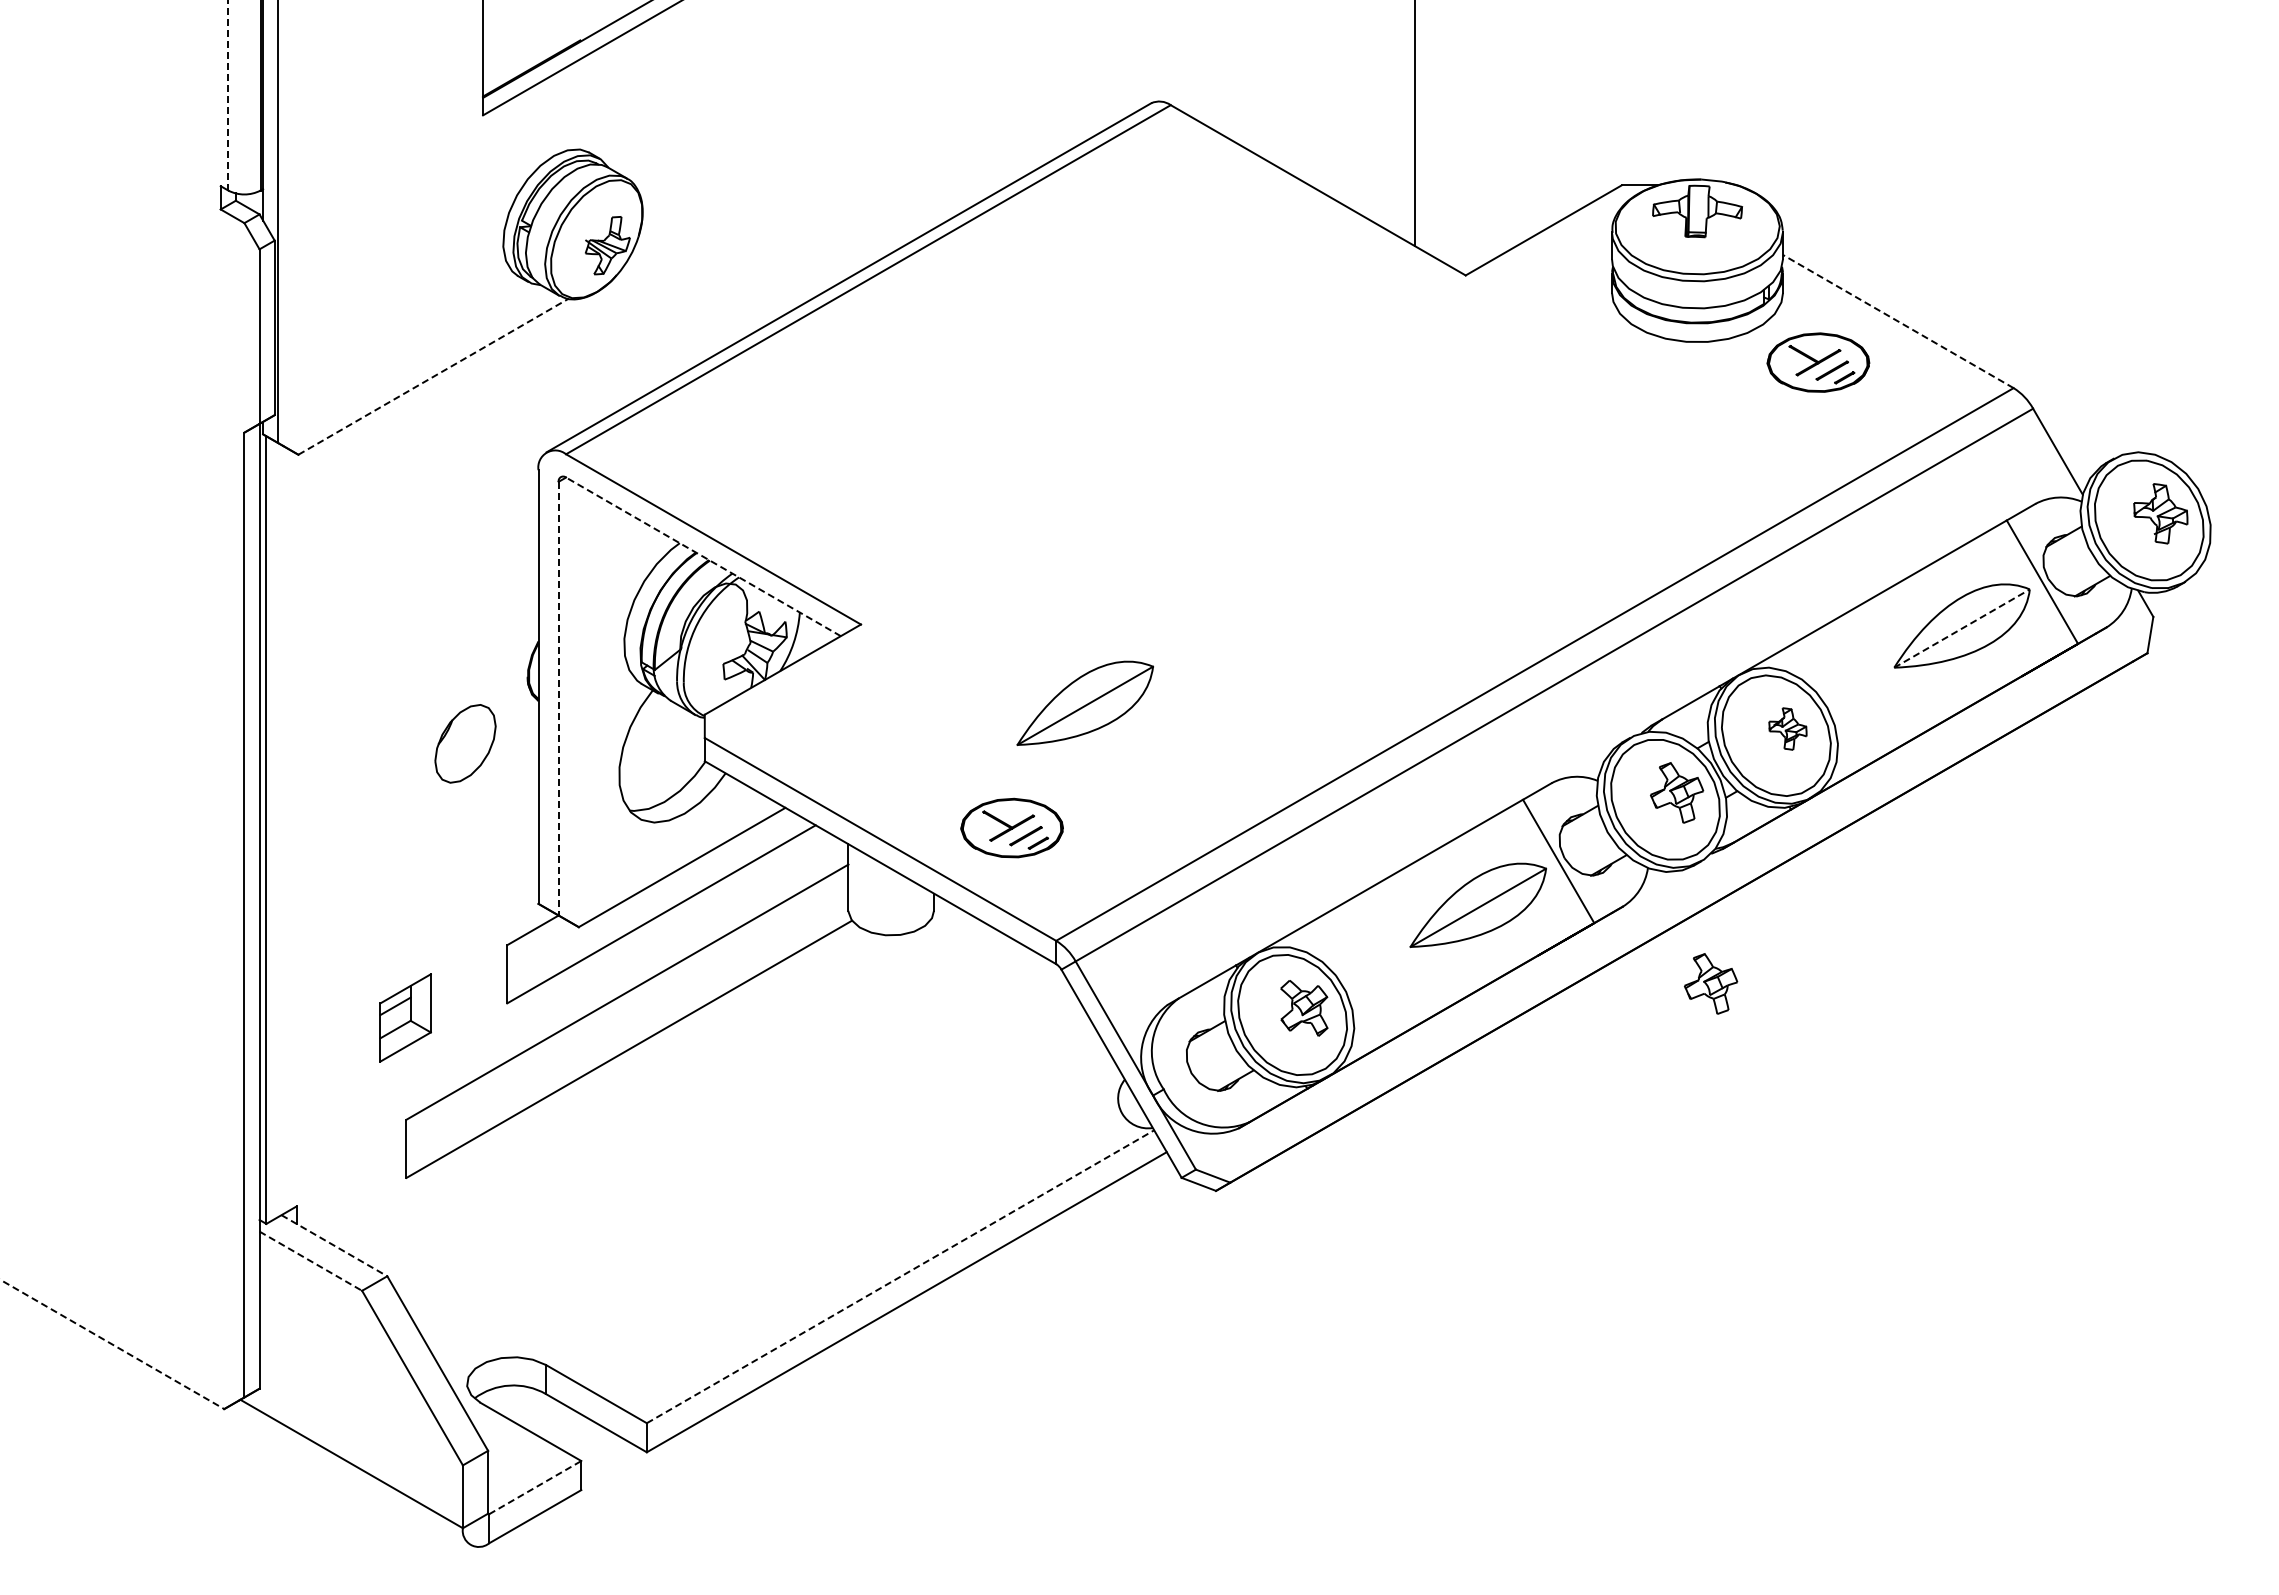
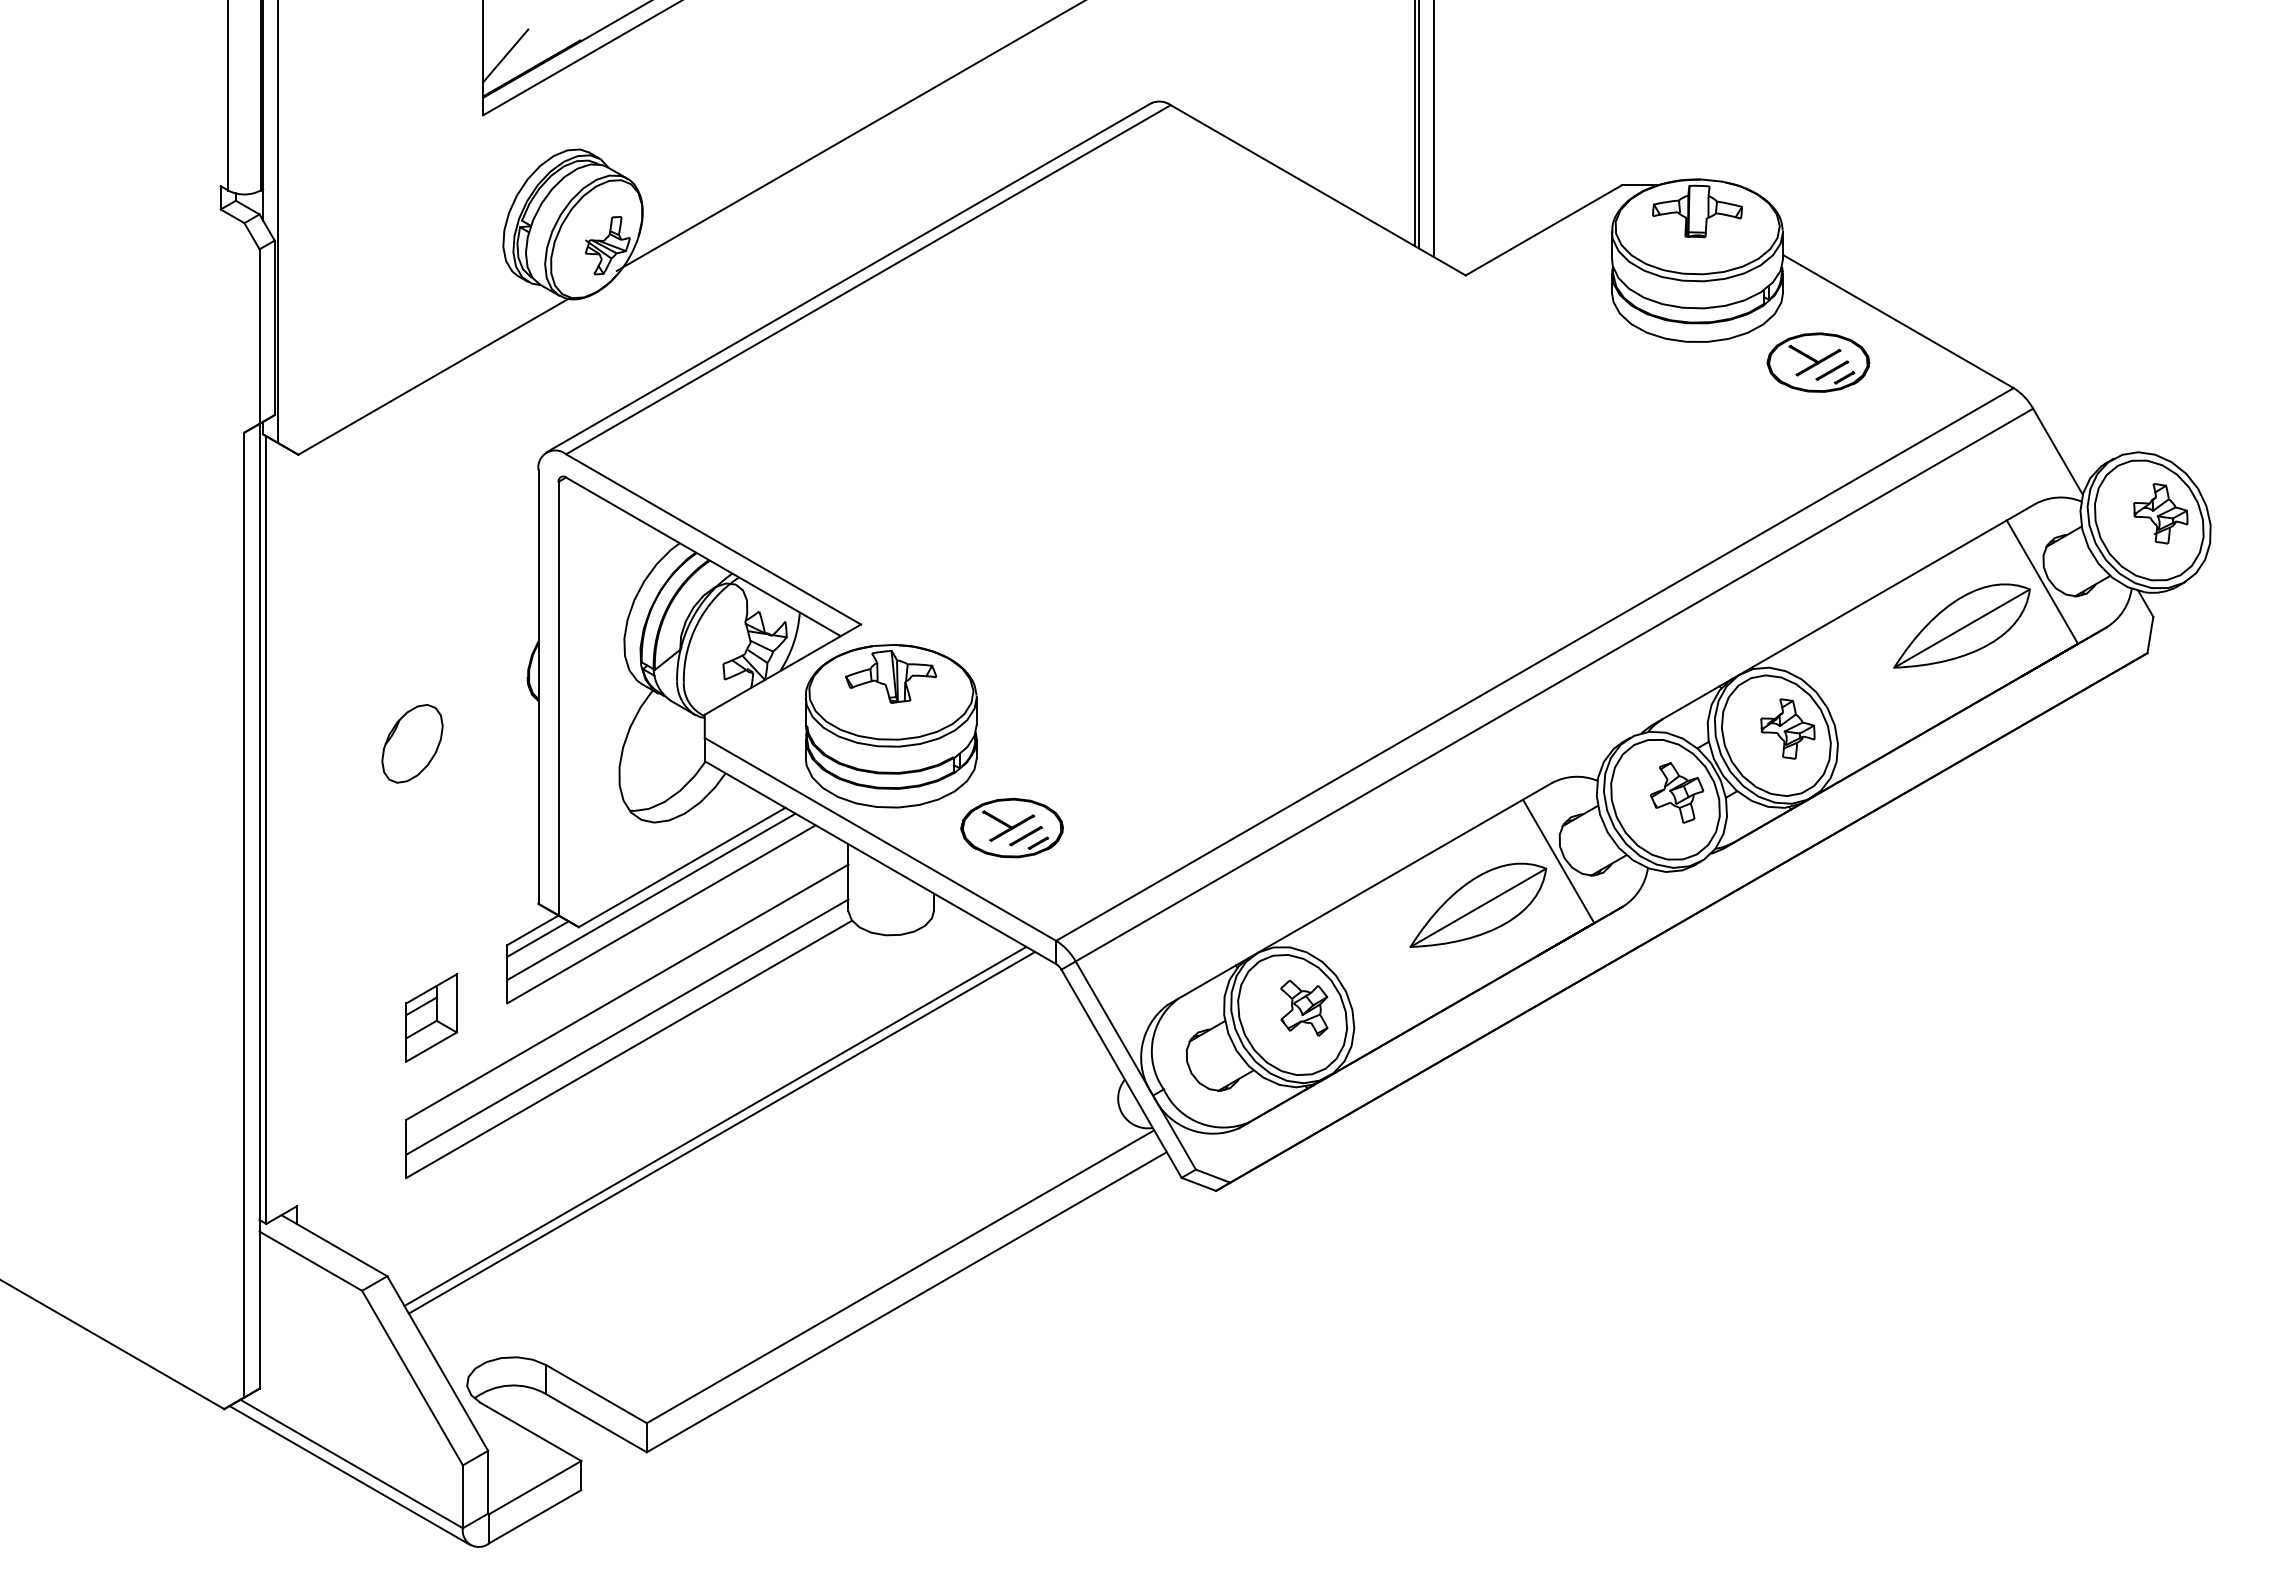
line at (505, 55): none -> present
line at (228, 95): dashed -> solid
line at (1418, 125): none -> present
line at (1433, 129): none -> present
line at (849, 136): none -> present
line at (1897, 321): dashed -> solid
line at (434, 376): dashed -> solid
line at (703, 556): dashed -> solid
line at (1962, 628): dashed -> solid
line at (558, 698): dashed -> solid
part at (1084, 702): present -> none
part at (891, 726): none -> present
part at (1787, 728) size: 40x44 px -> 56x62 px
part at (465, 743) position: (465, 743) -> (412, 743)
line at (651, 896): none -> present
line at (537, 938): none -> present
part at (1711, 983): present -> none
part at (405, 1017) position: (405, 1017) -> (431, 1017)
line at (627, 1026): none -> present
line at (715, 1125): none -> present
line at (721, 1132): none -> present
line at (334, 1245): dashed -> solid
line at (311, 1261): dashed -> solid
line at (900, 1276): dashed -> solid
line at (112, 1344): dashed -> solid
line at (349, 1475): none -> present
line at (535, 1487): dashed -> solid
